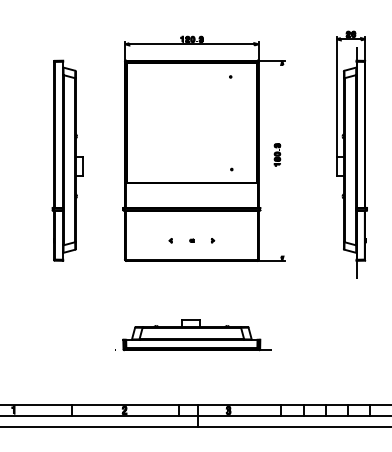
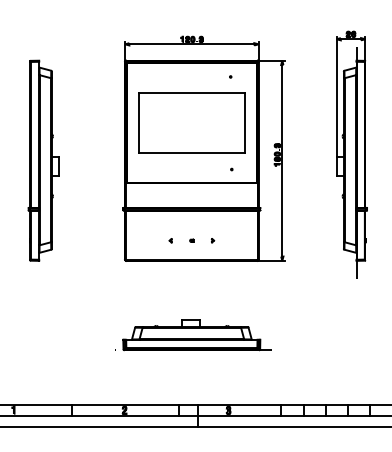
part at (191, 122): none -> present
part at (67, 160) position: (67, 160) -> (43, 160)
line at (282, 160): none -> present
